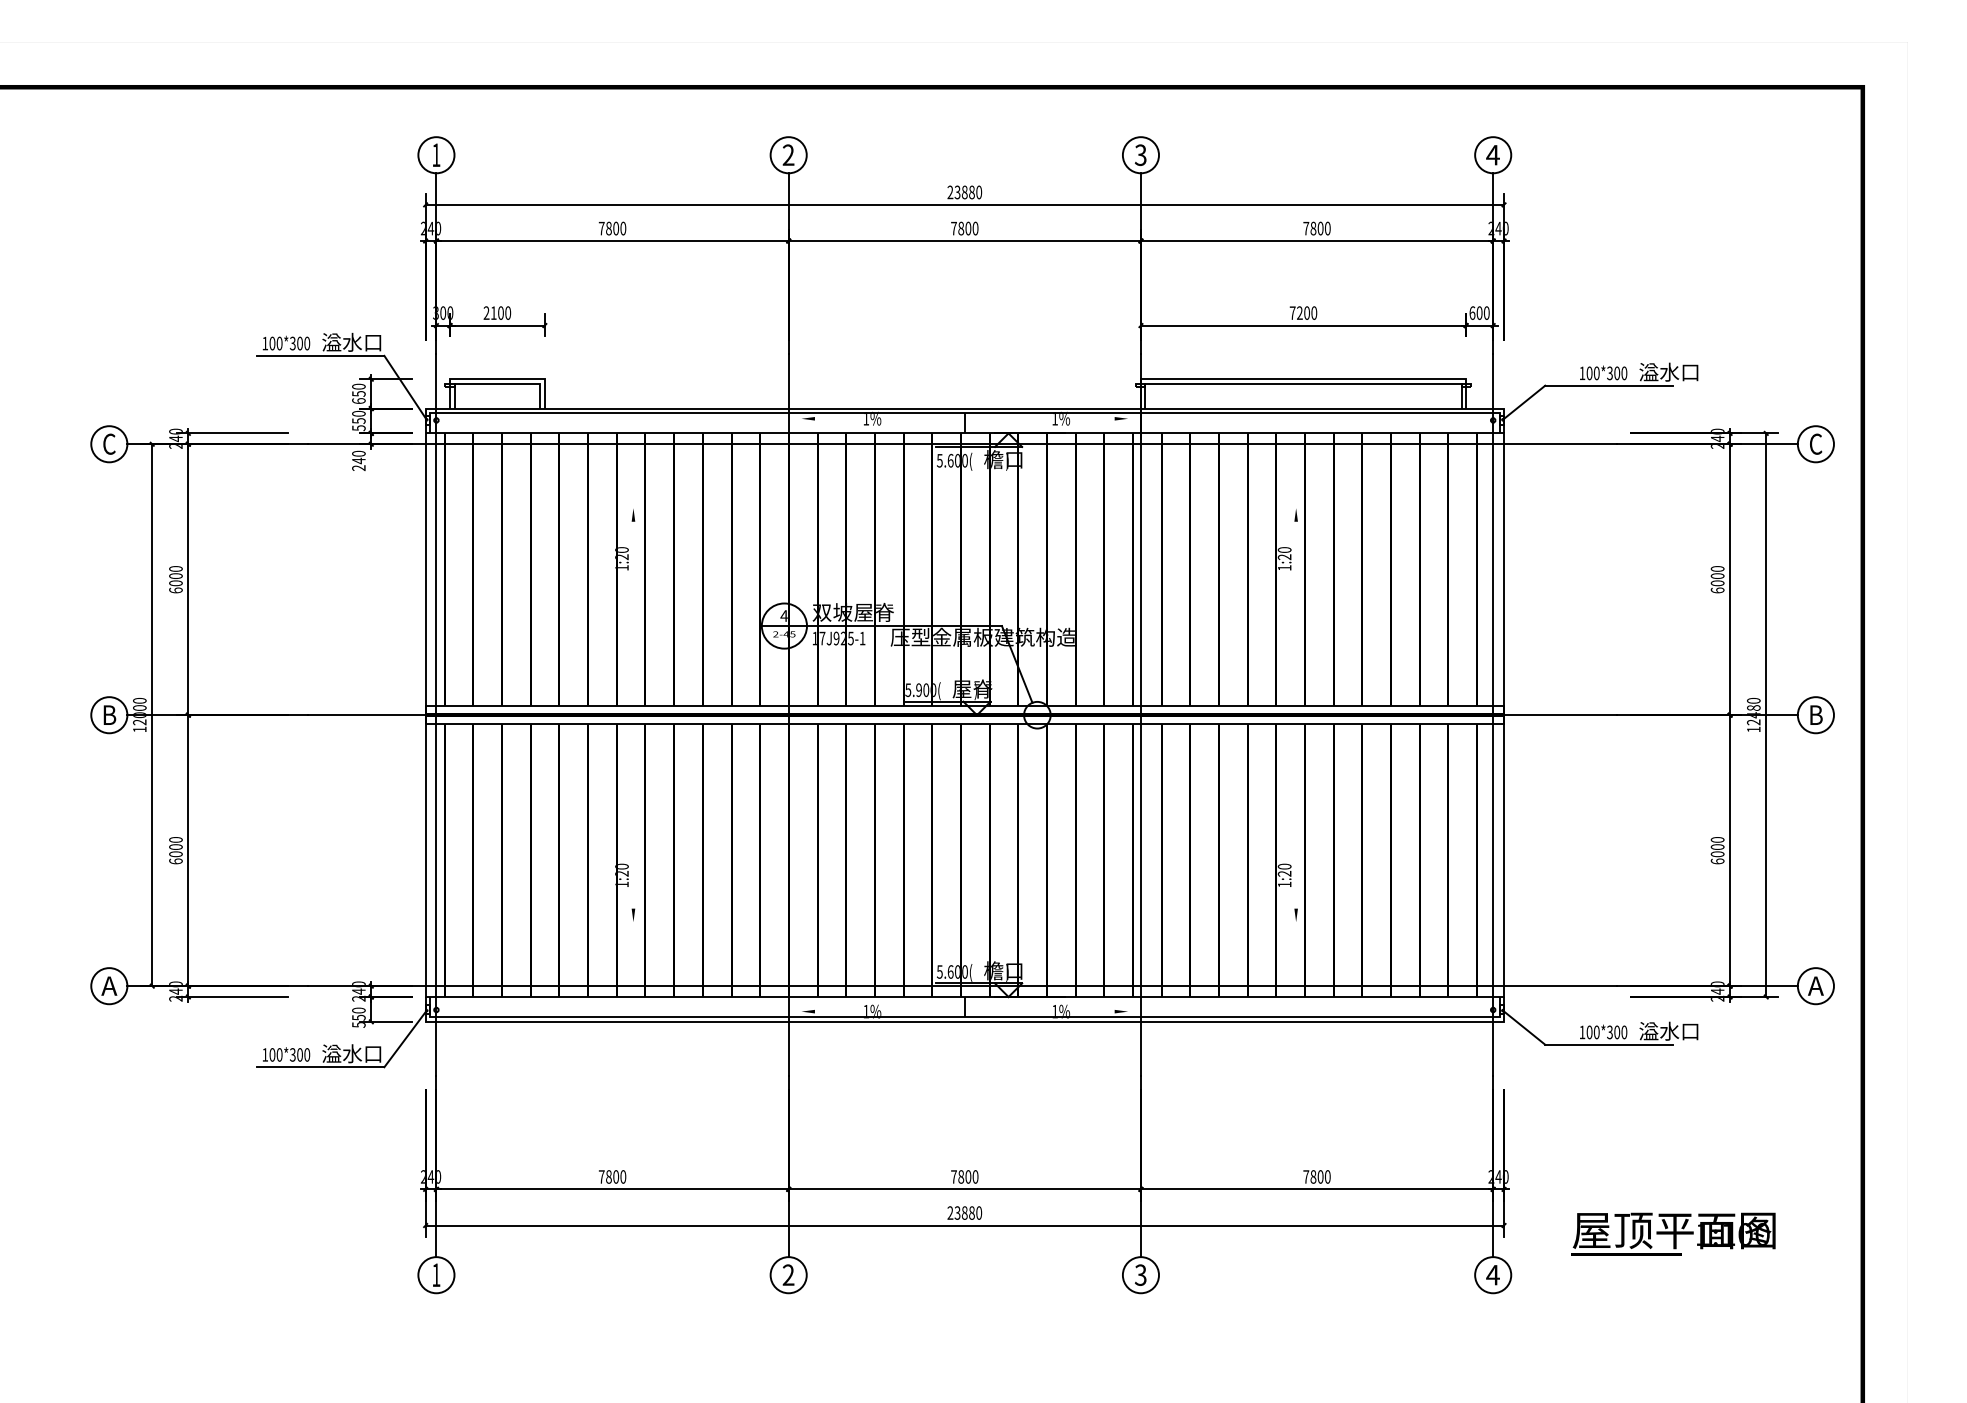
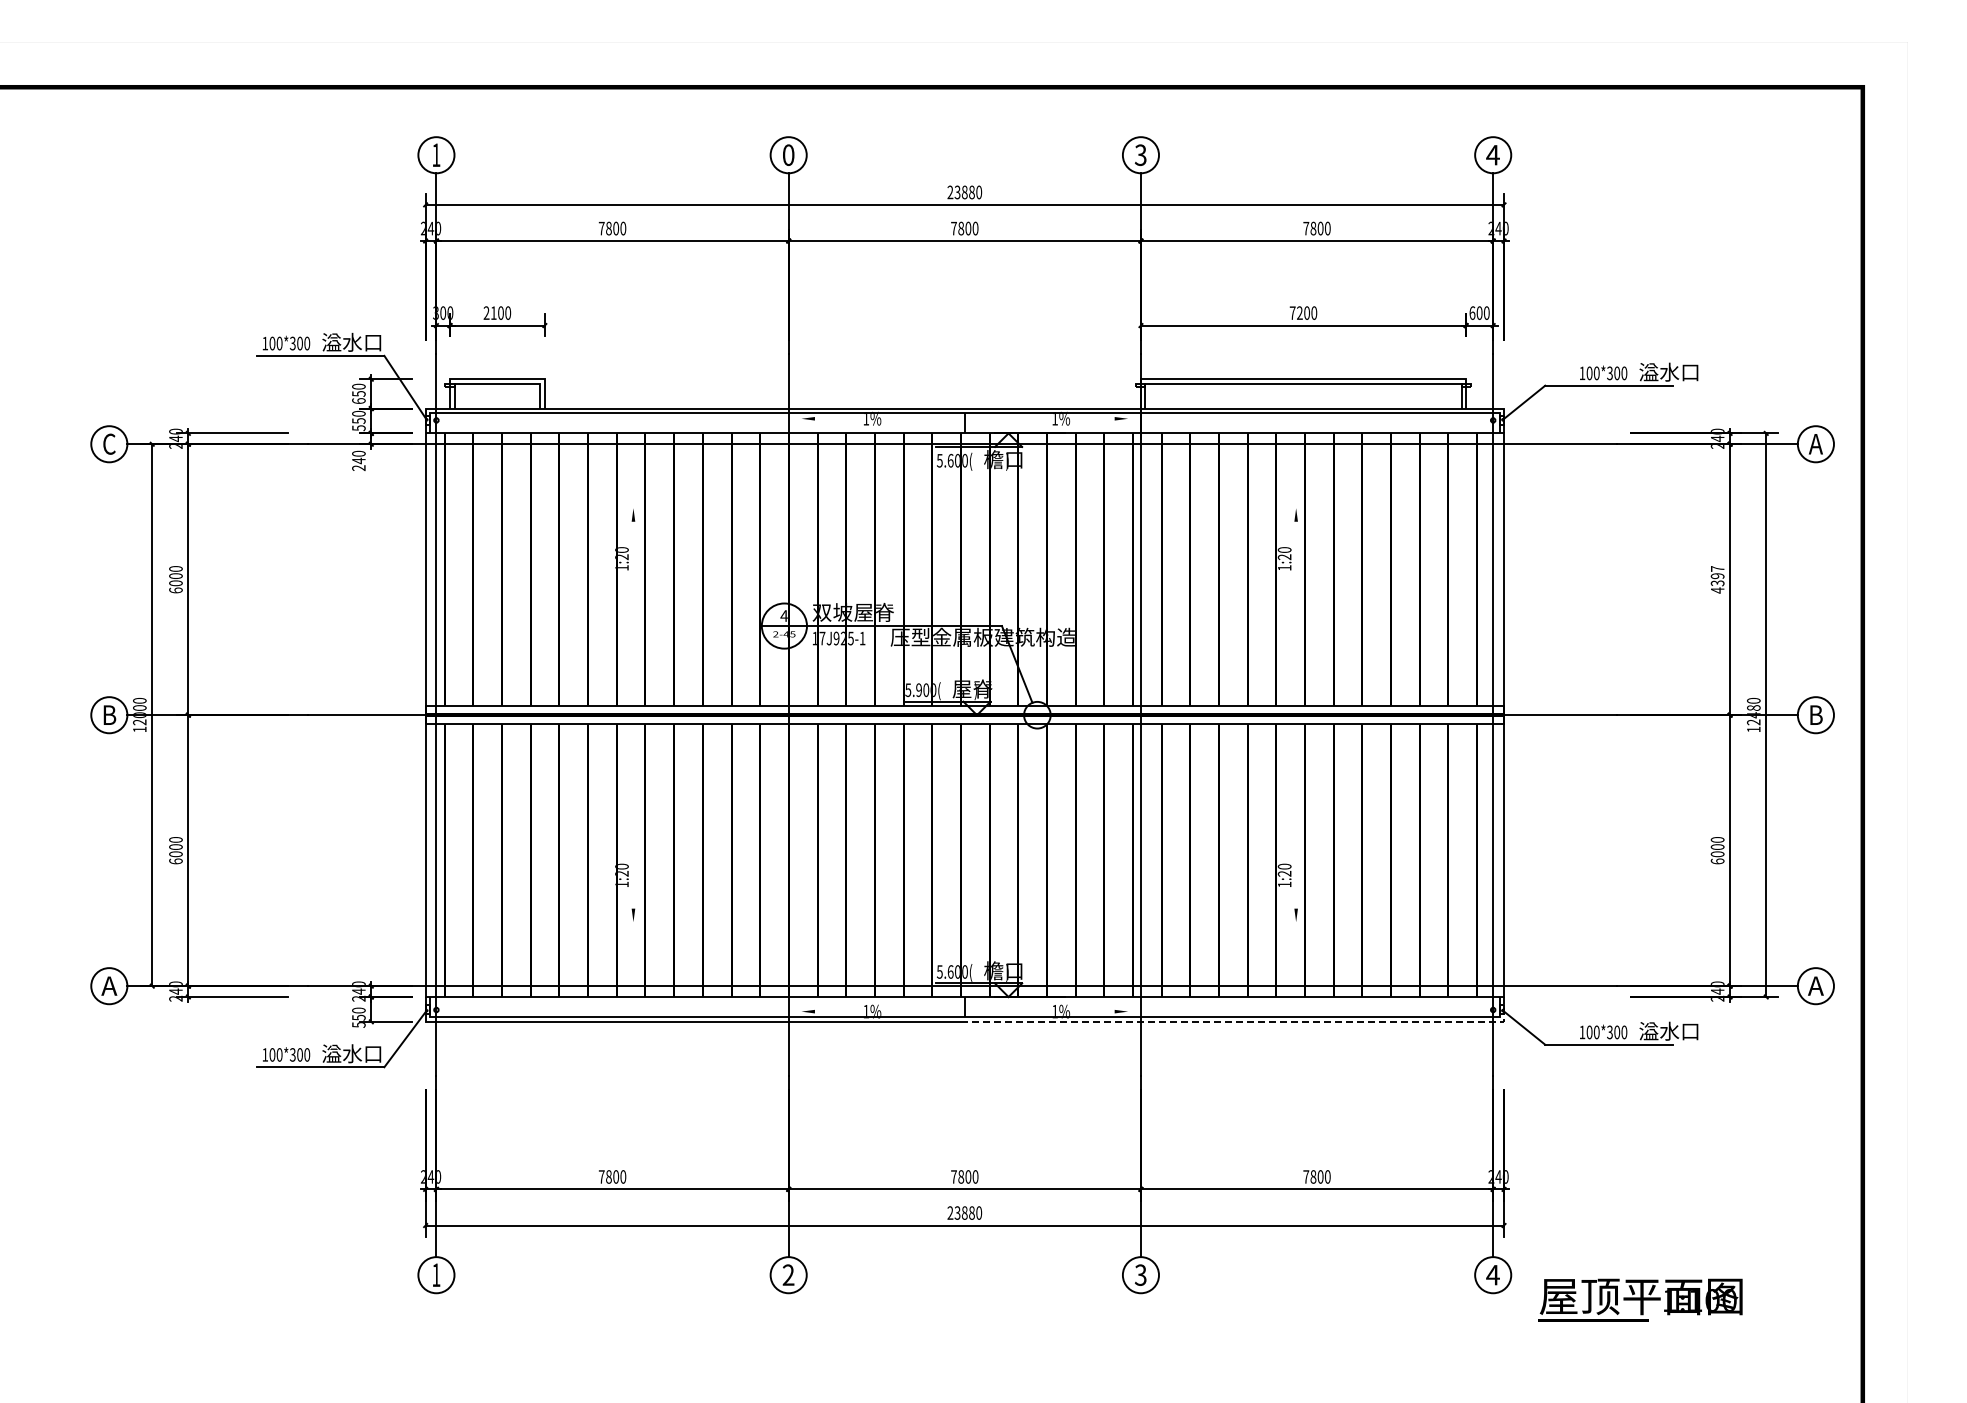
text at (788, 154): 2 -> 0
text at (1815, 443): C -> A
text at (1717, 579): 6000 -> 4397
line at (1247, 1021): solid -> dashed
text at (1673, 1233) position: (1673, 1233) -> (1640, 1299)
